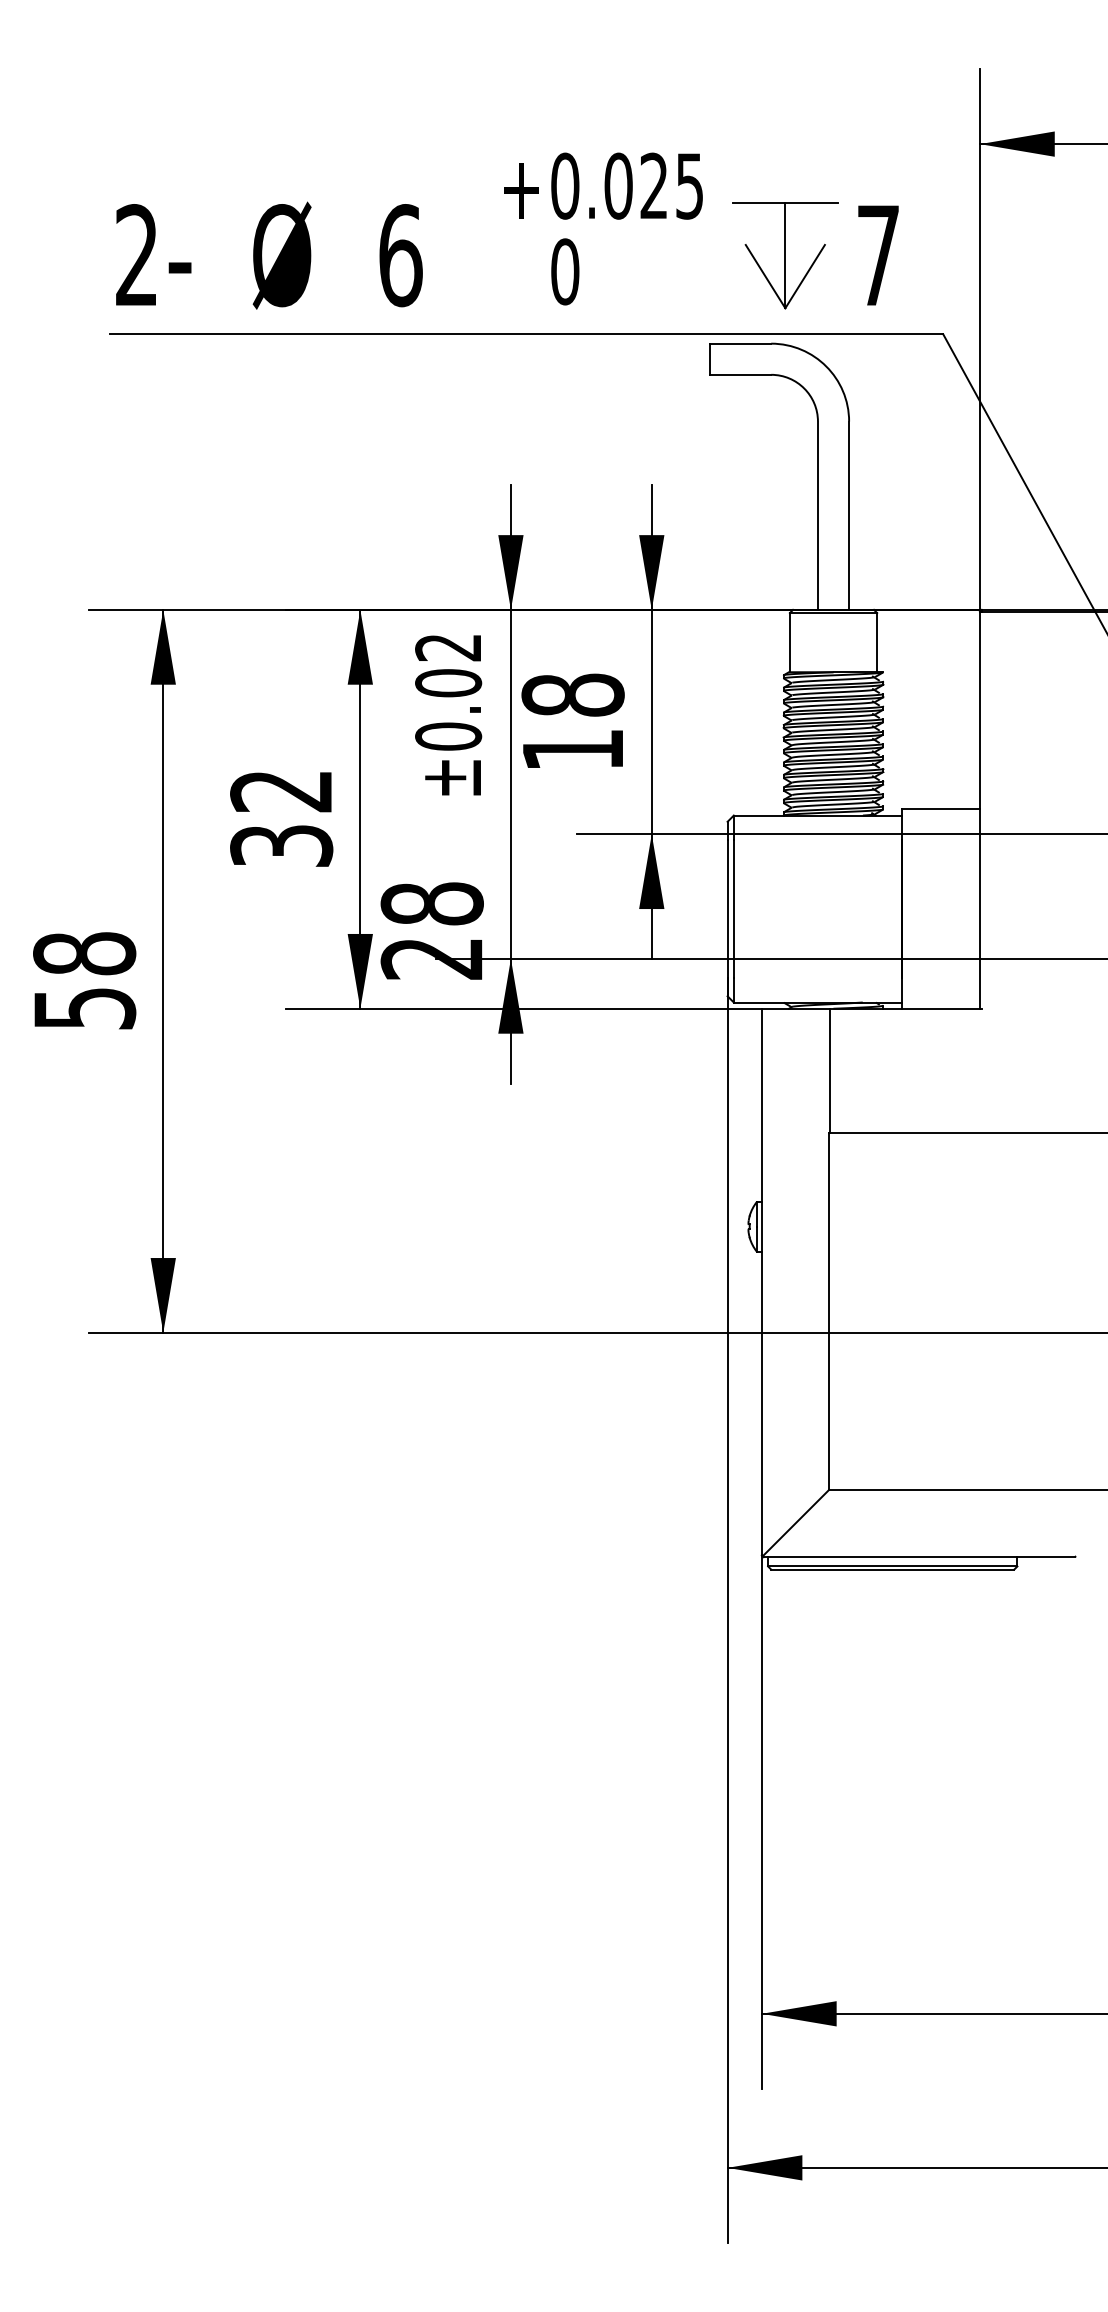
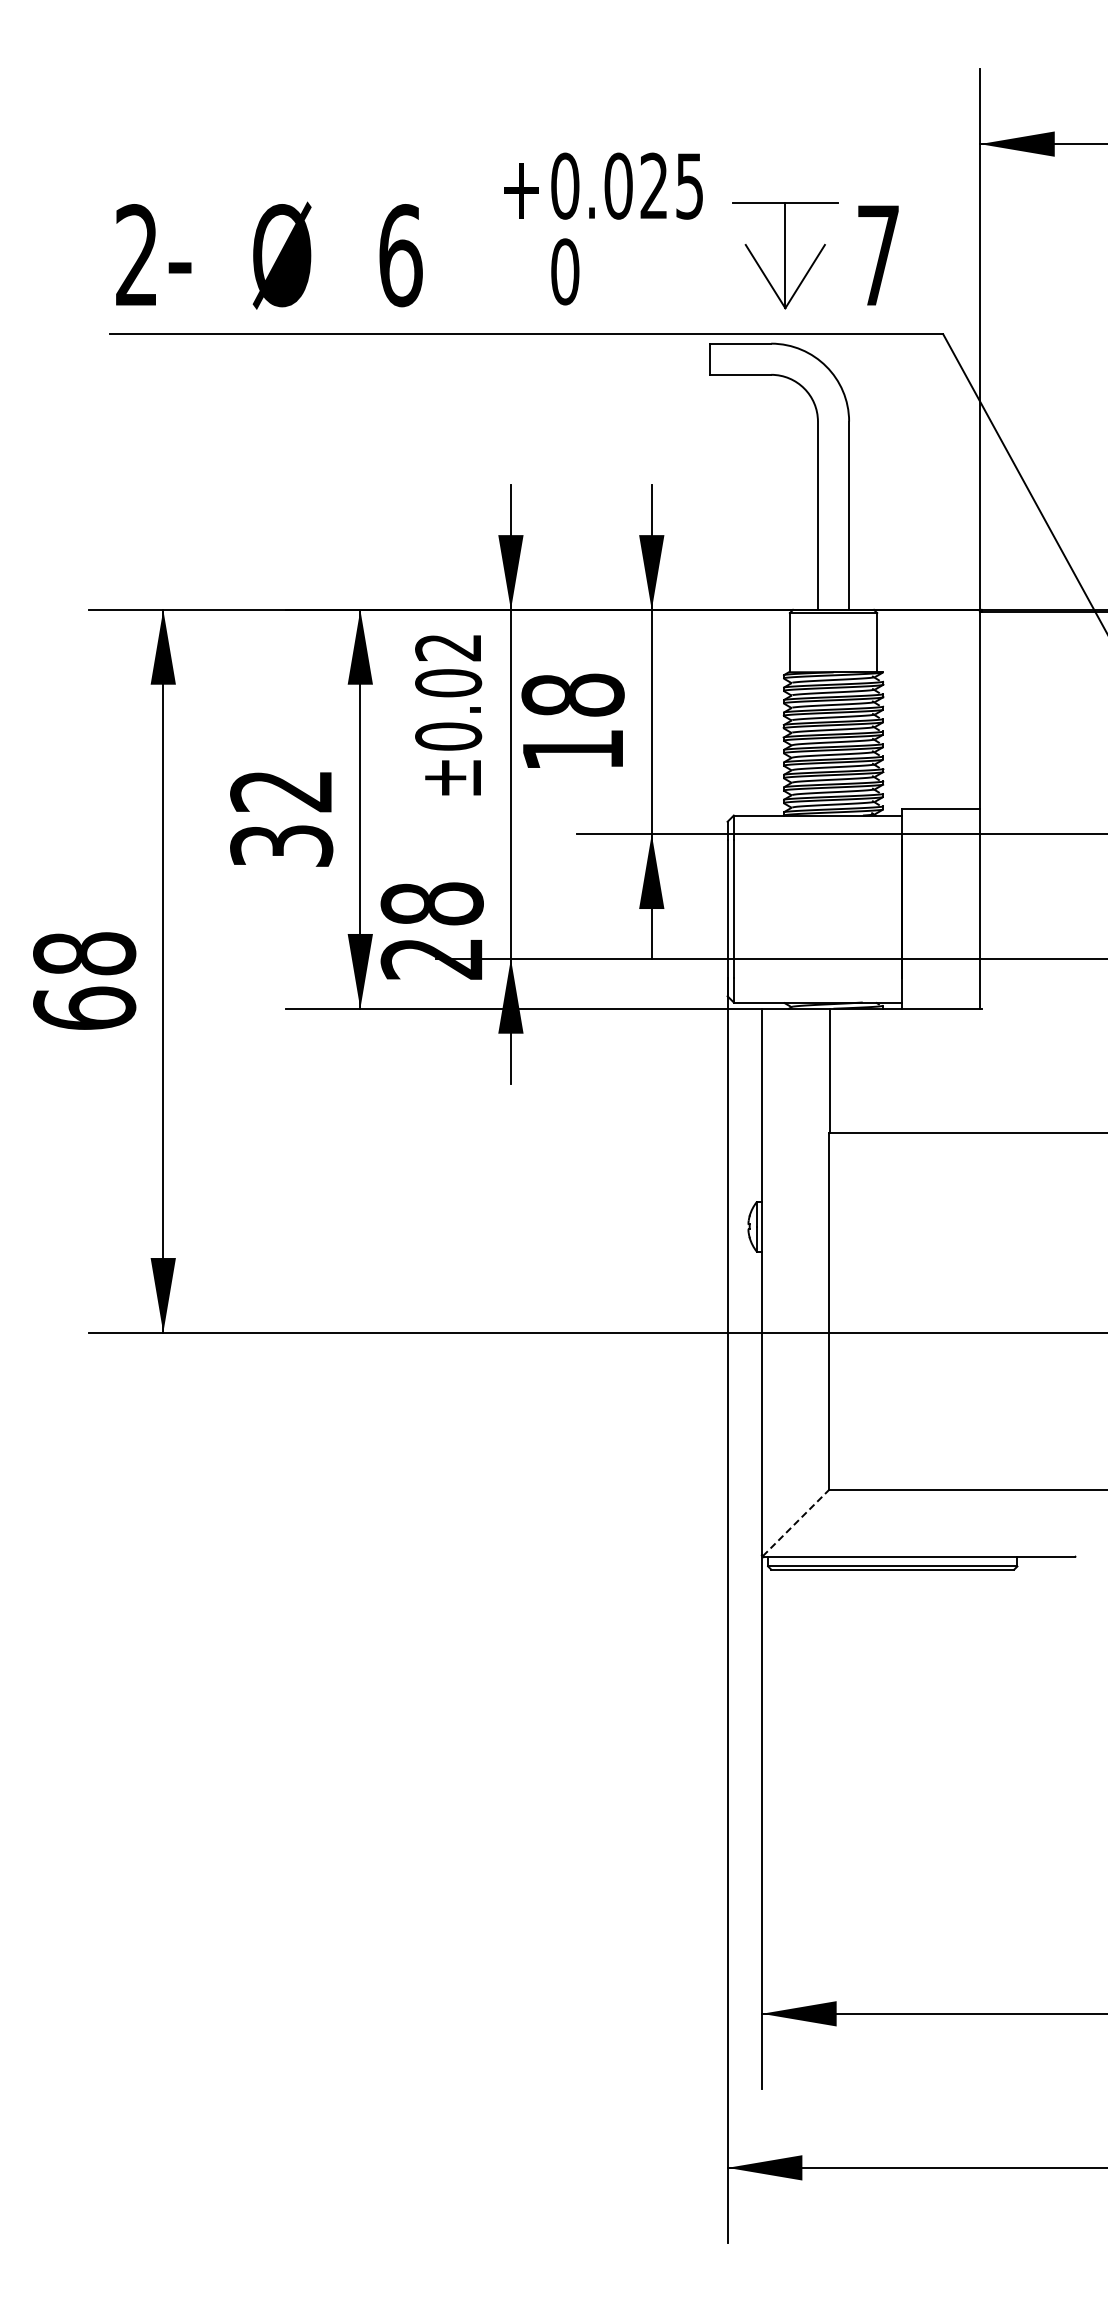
text at (84, 1007): 58 -> 68
line at (796, 1523): solid -> dashed
